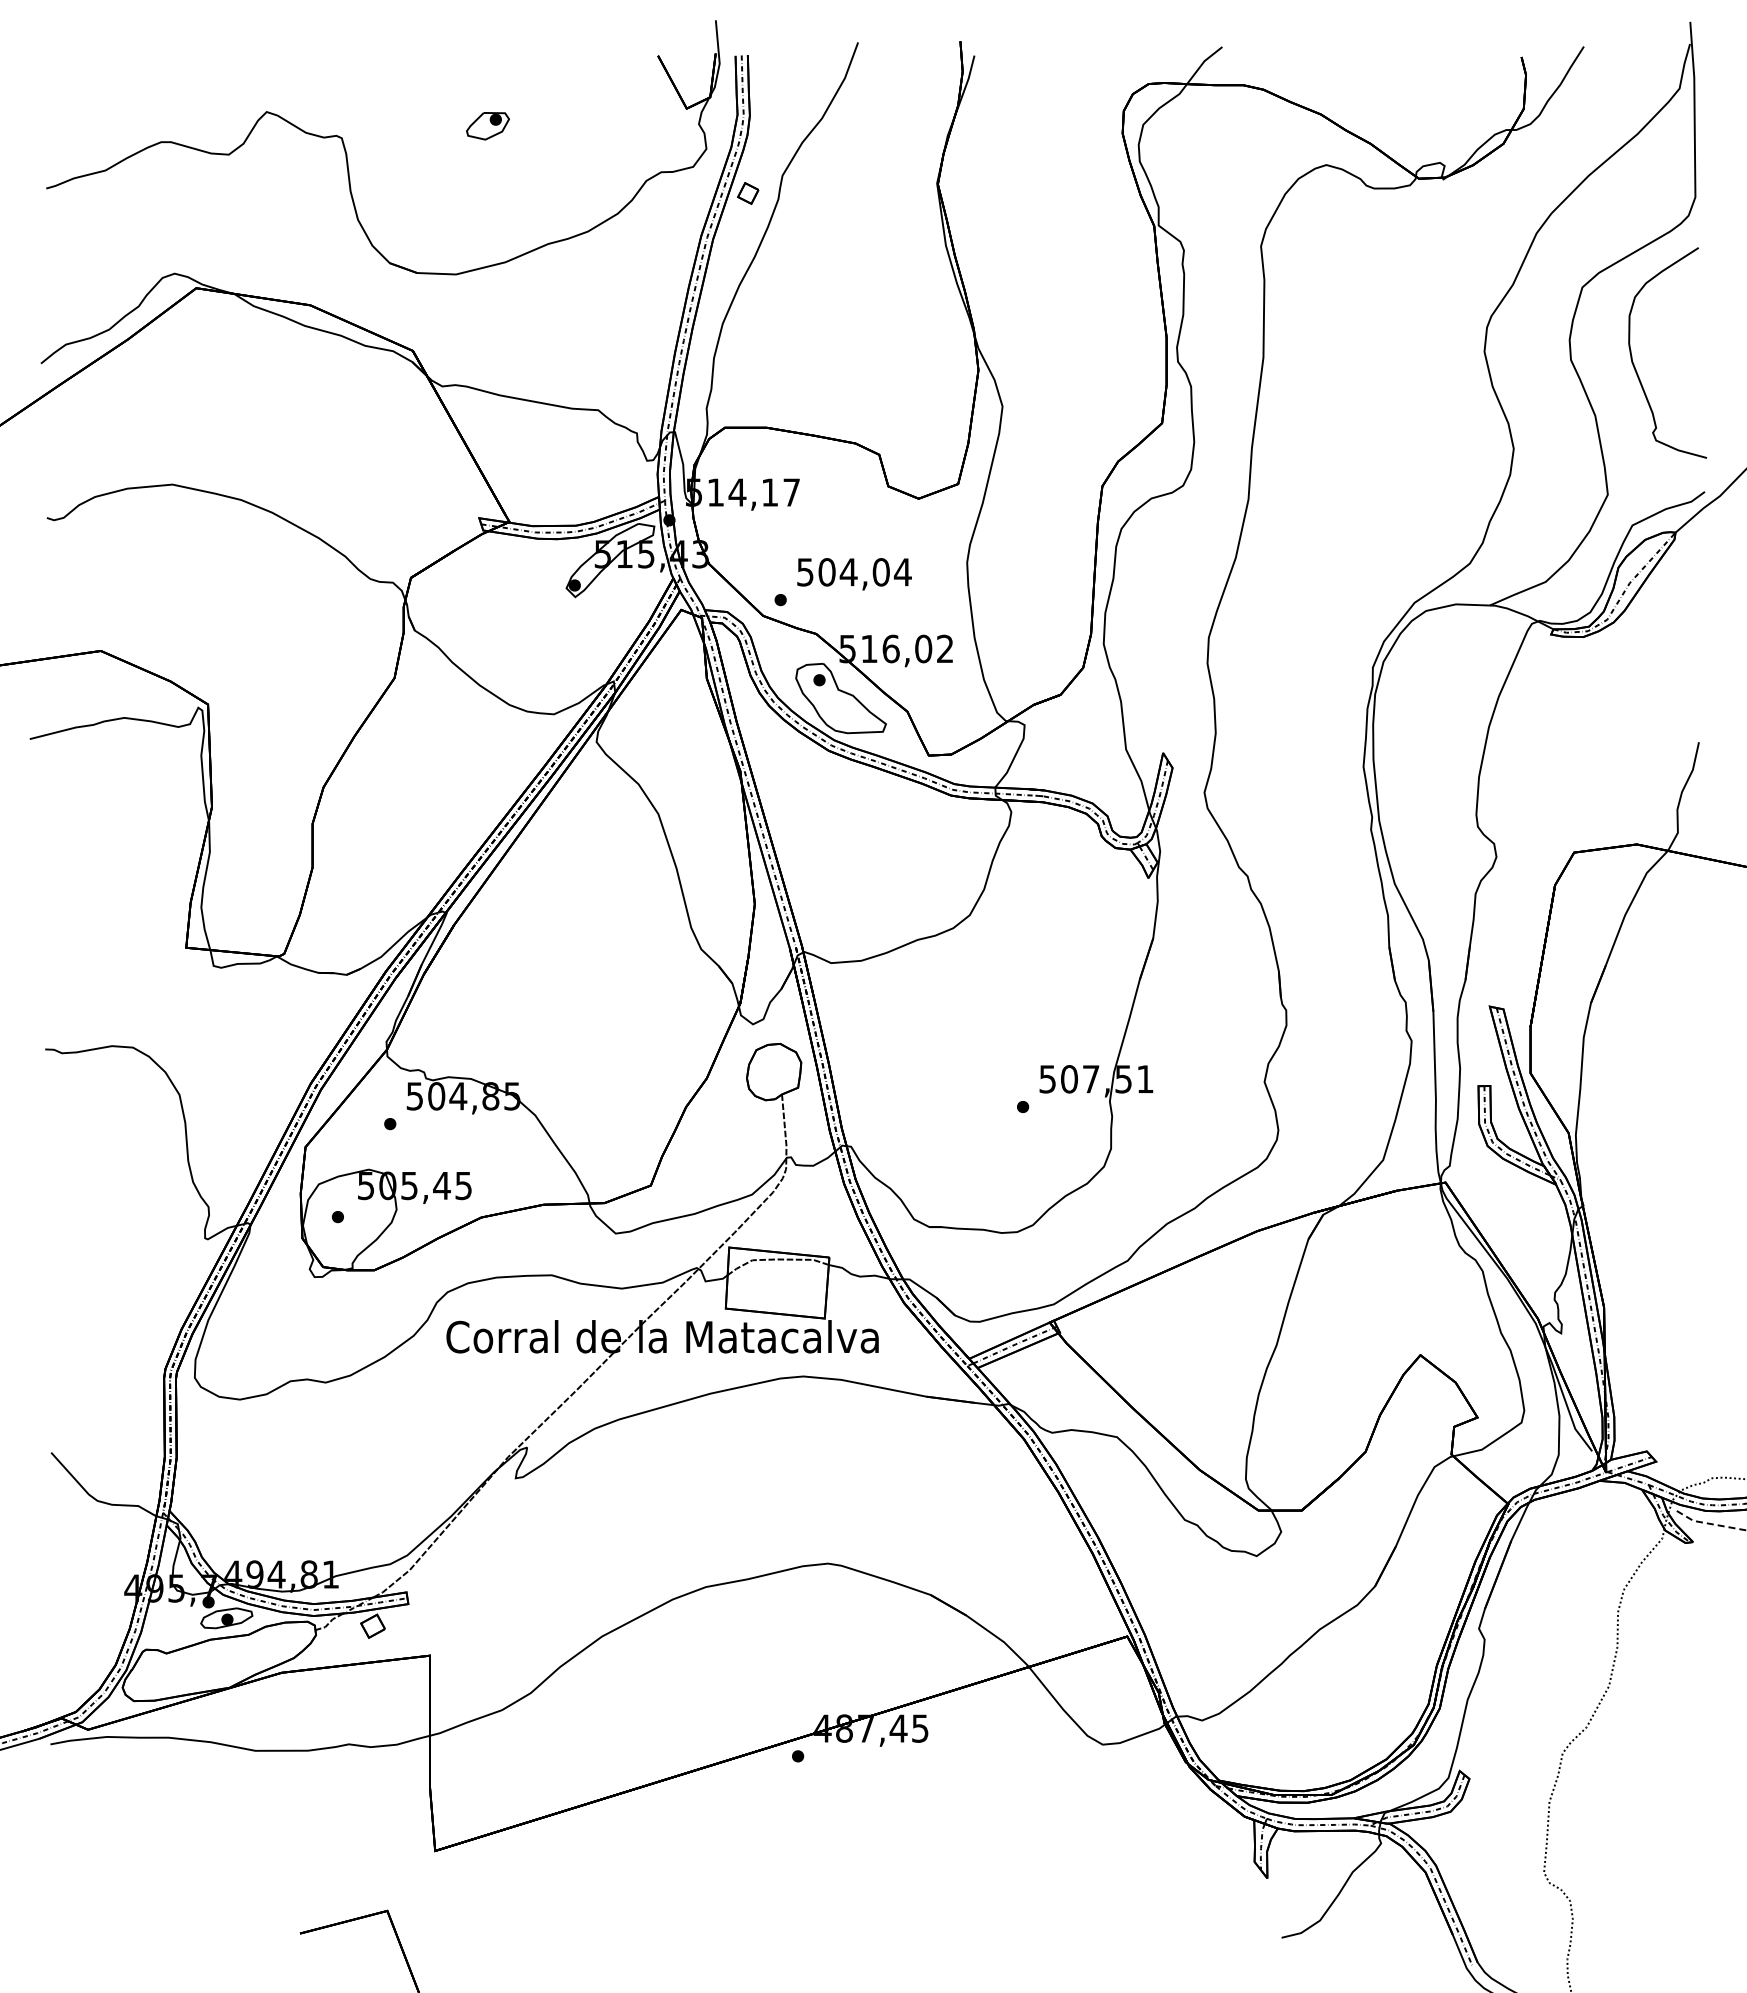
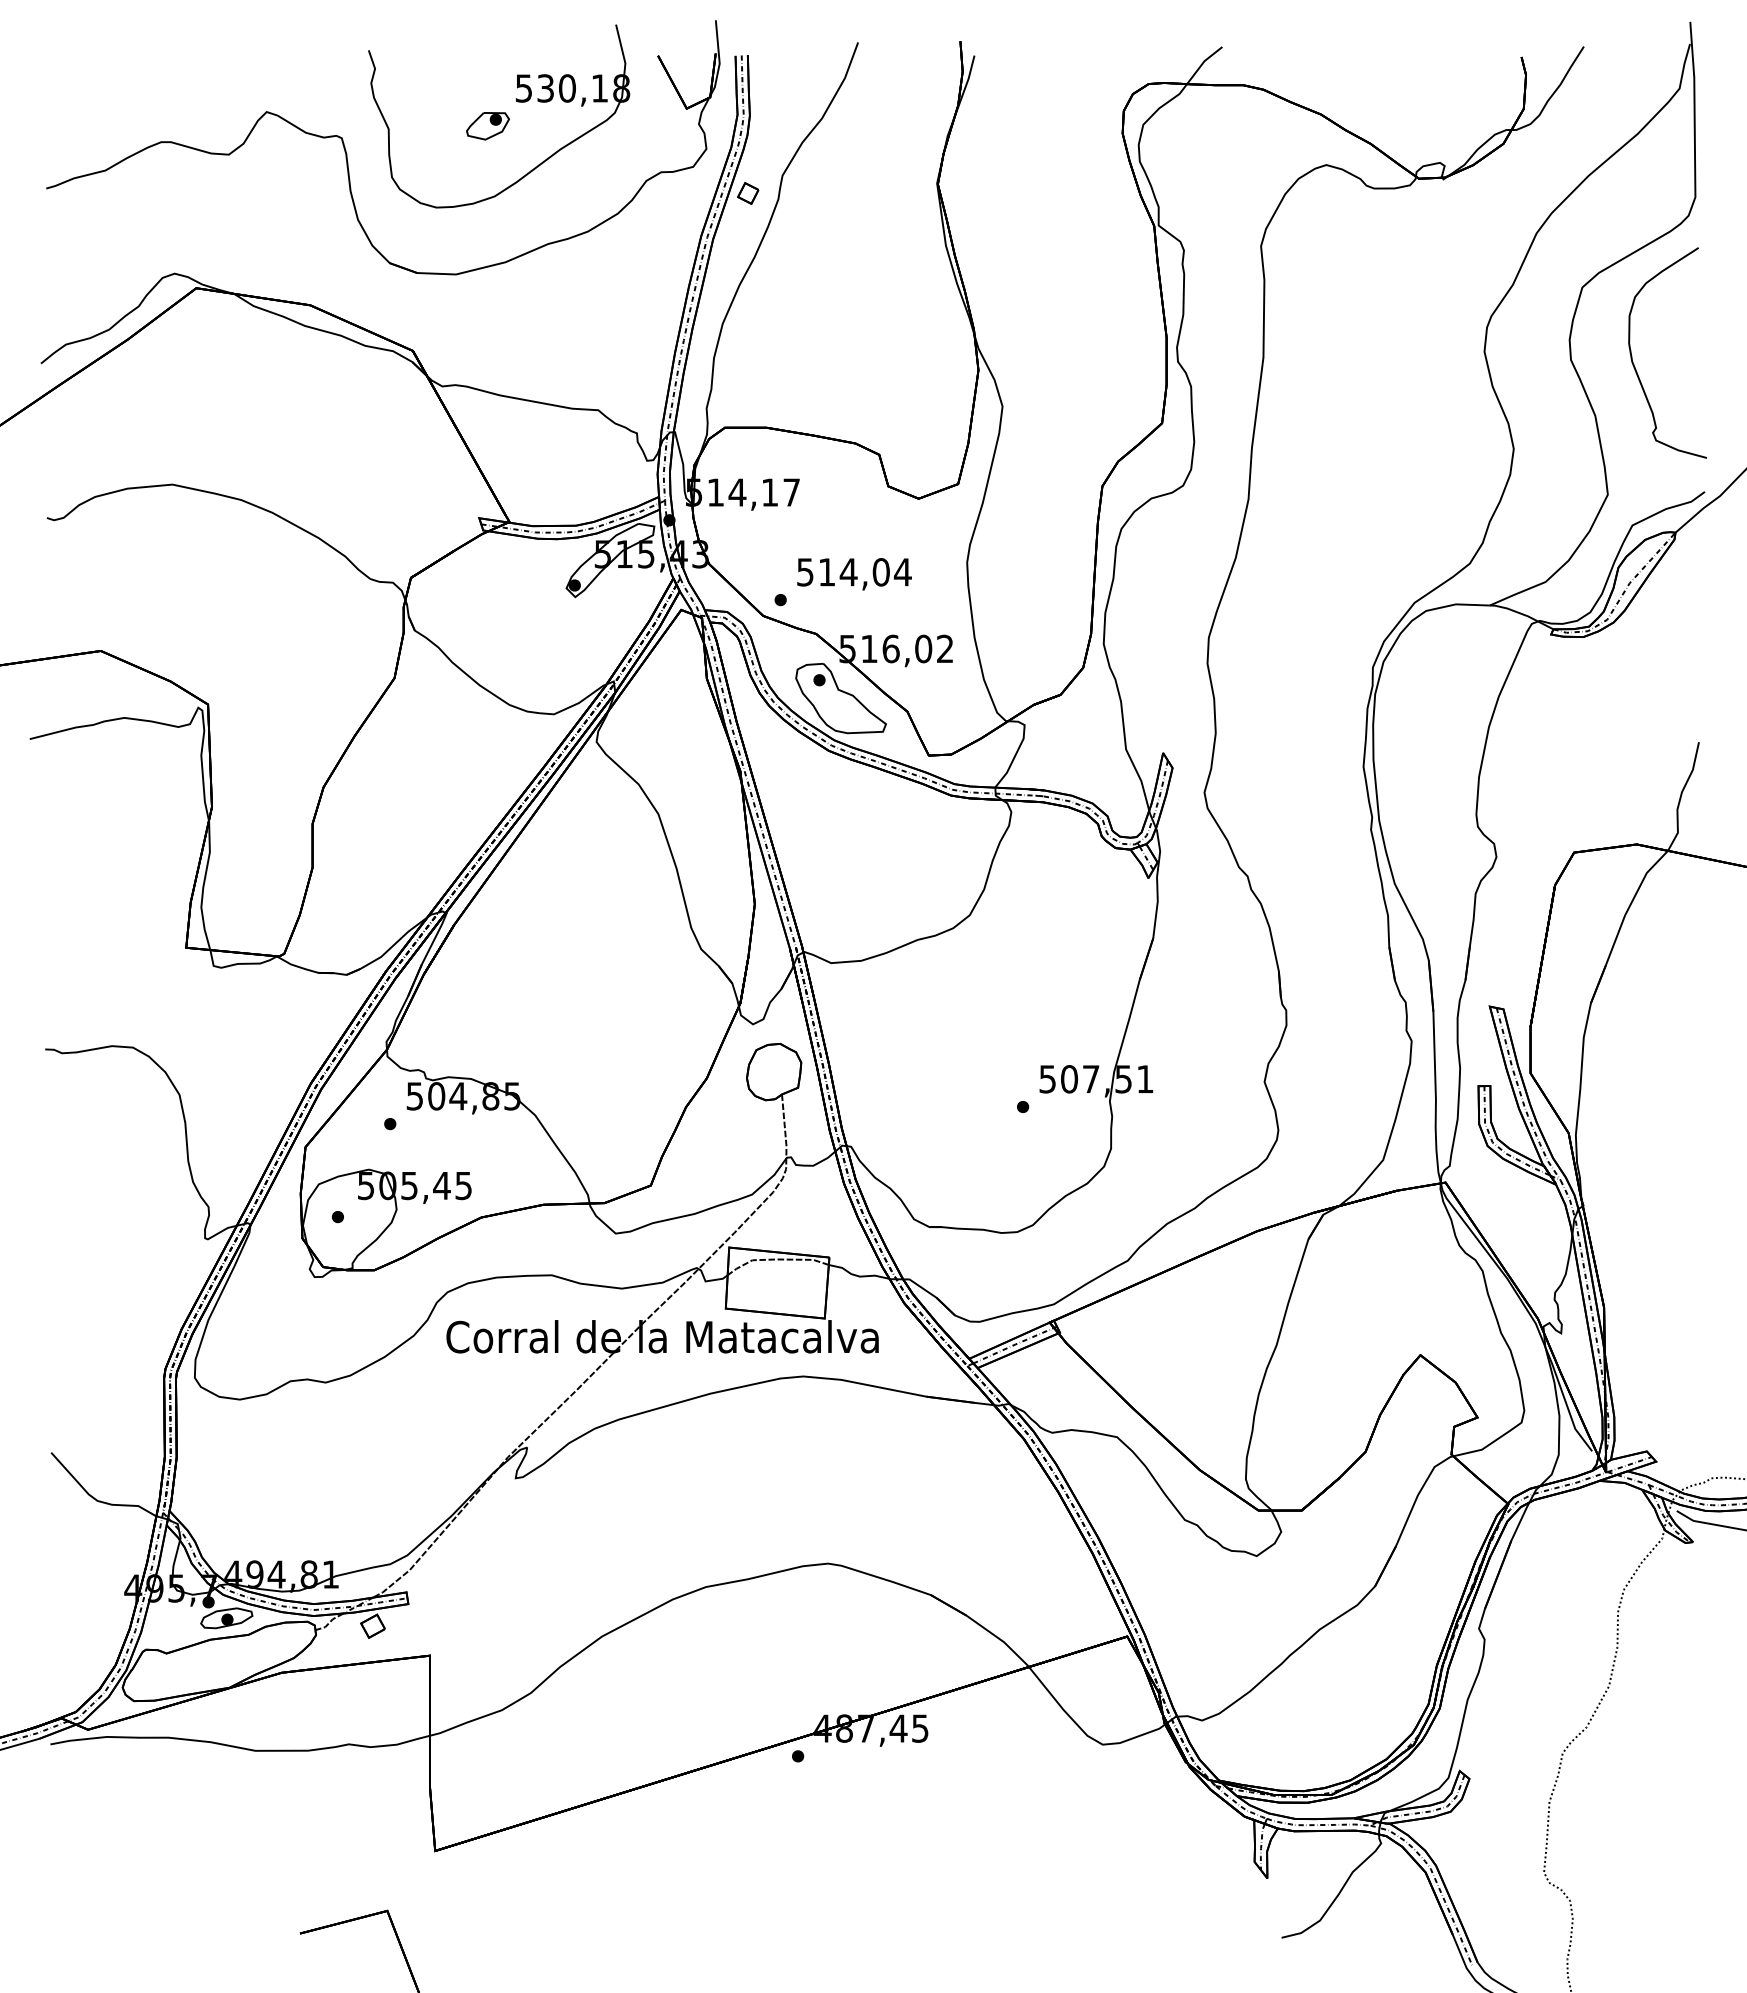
part at (516, 101): none -> present
text at (826, 572): 504,04 -> 514,04
line at (1710, 1523): dashed -> solid
